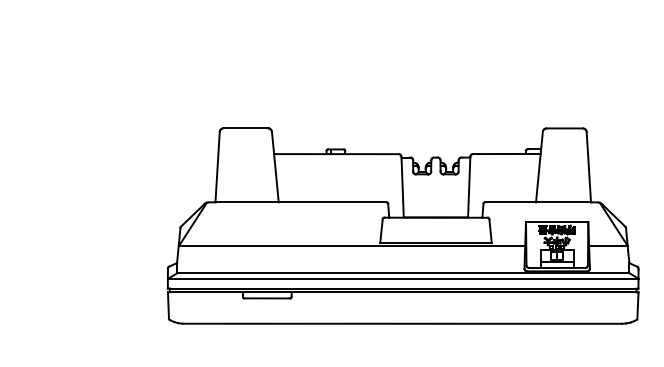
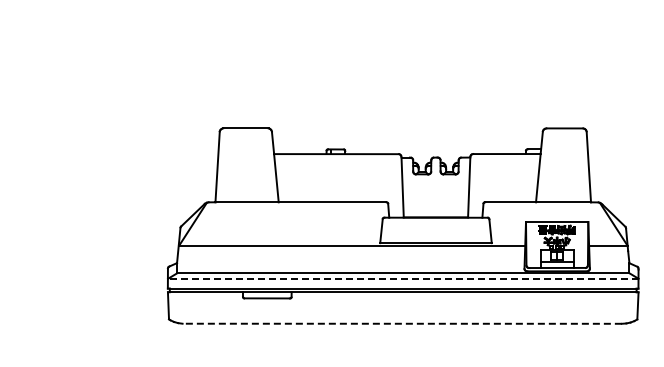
line at (402, 278): solid -> dashed
line at (402, 323): solid -> dashed
